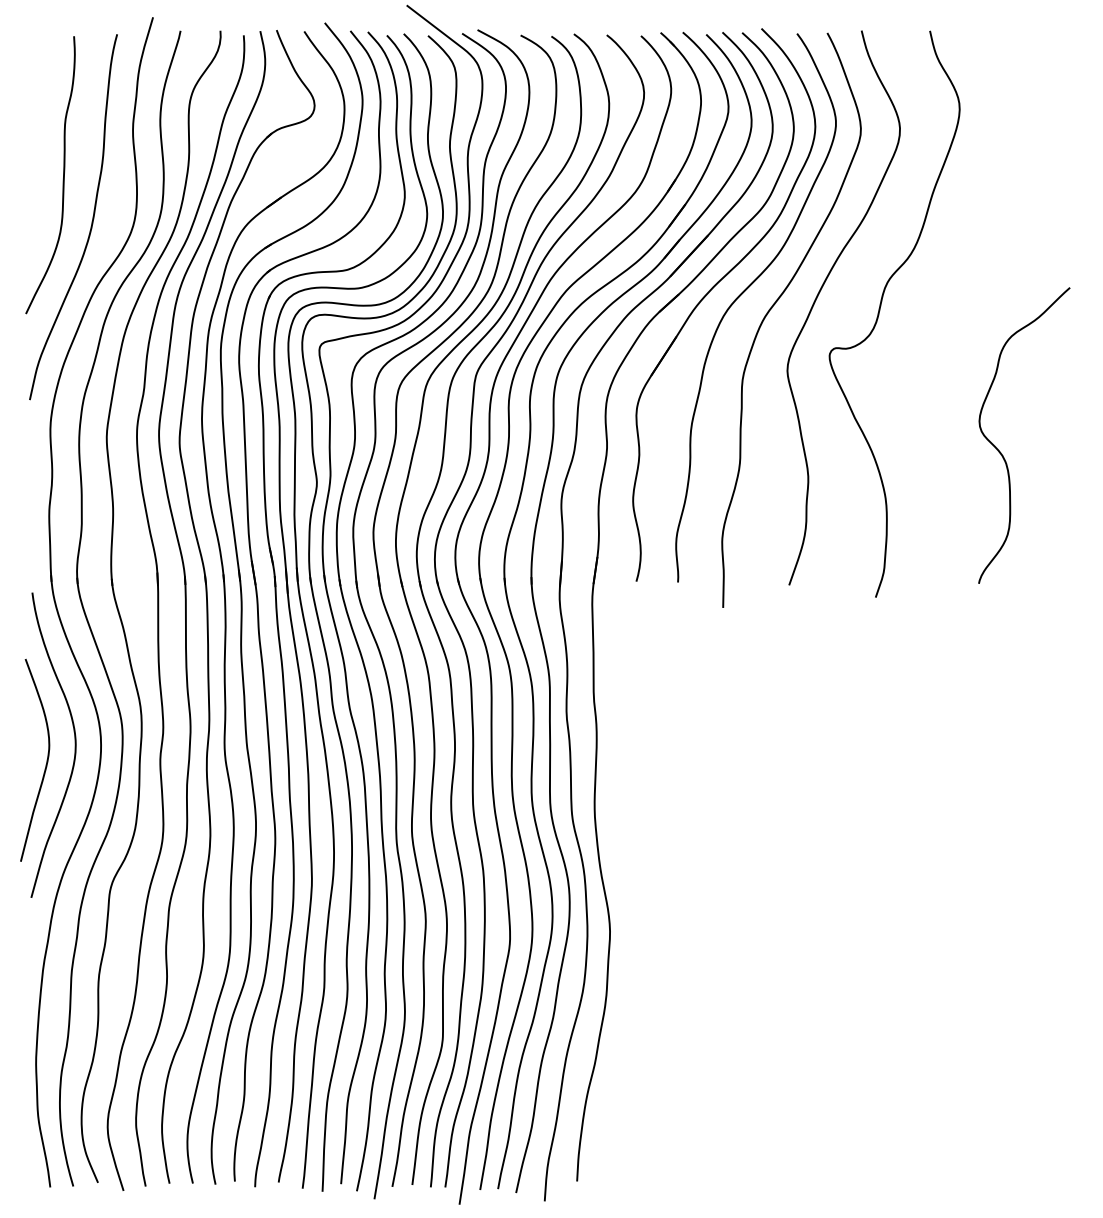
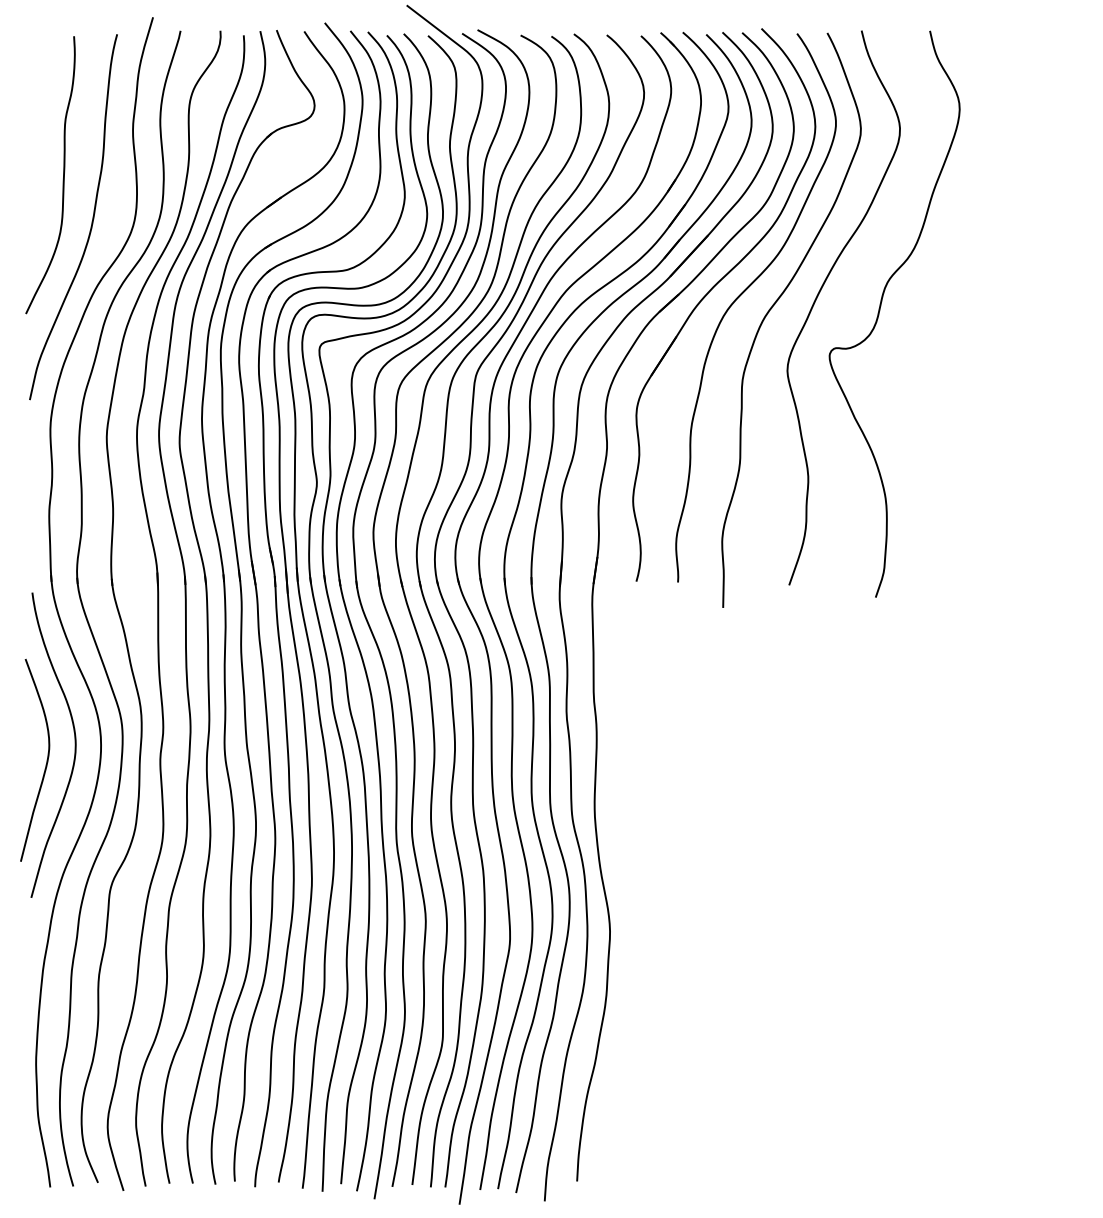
curve at (1001, 452): present -> none
